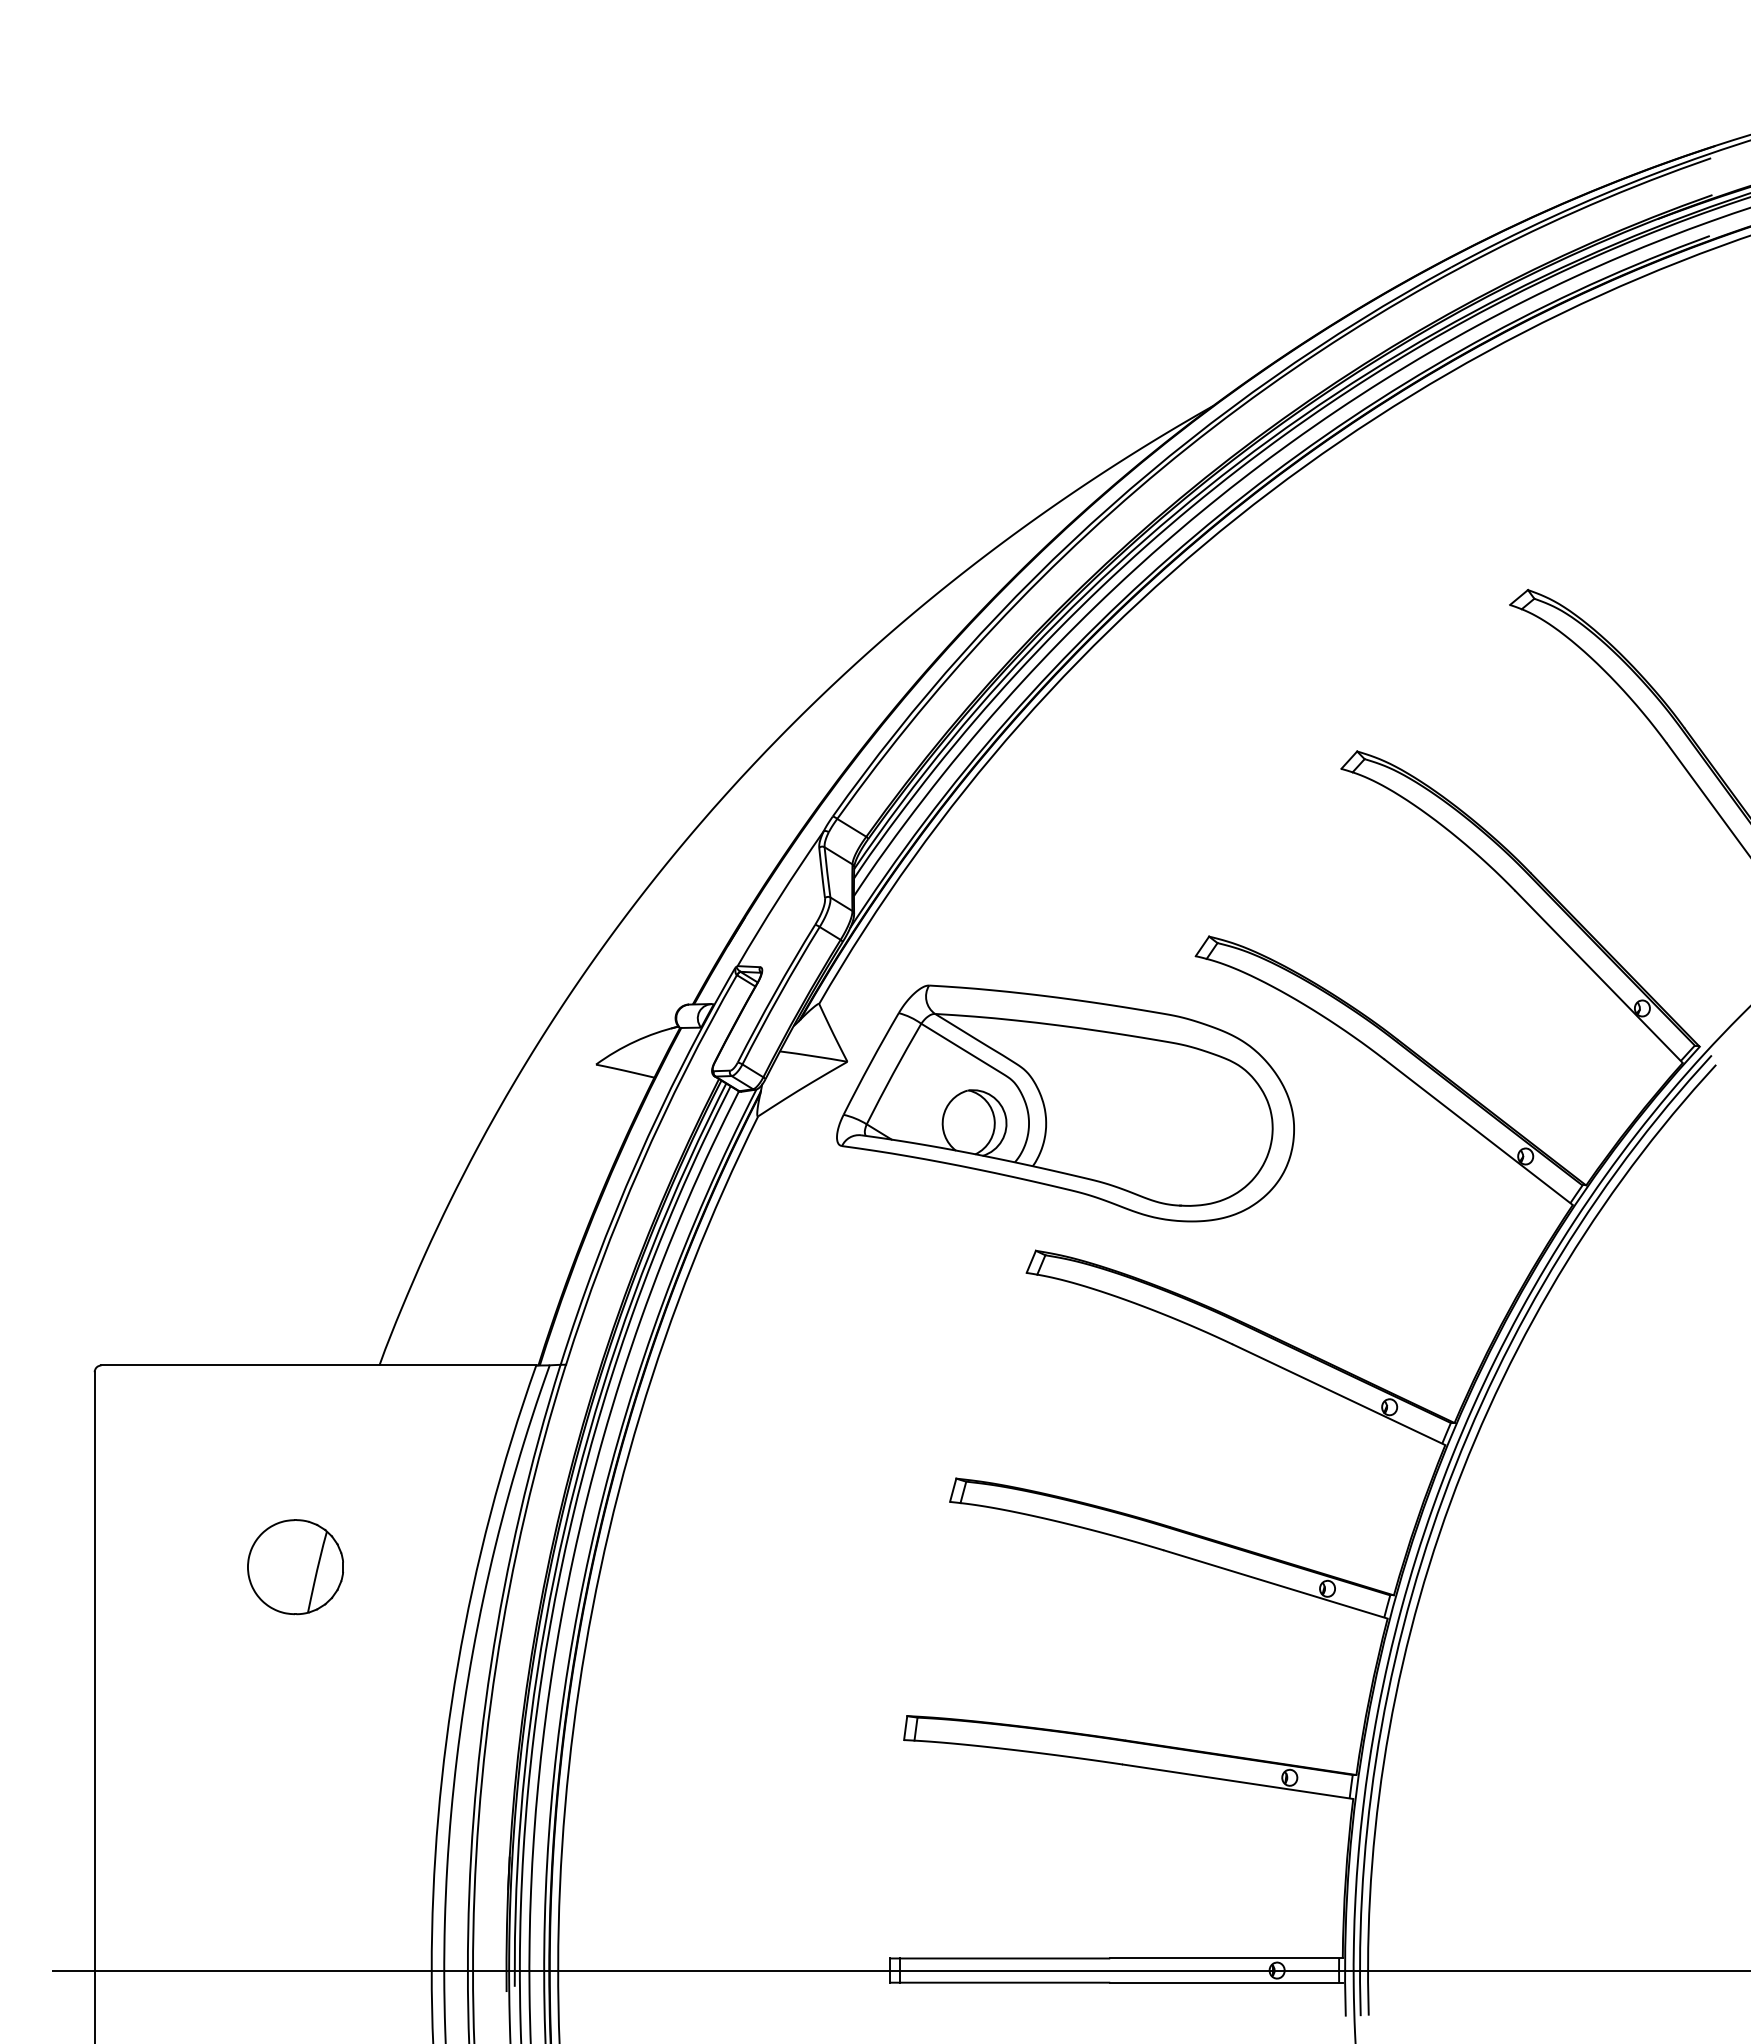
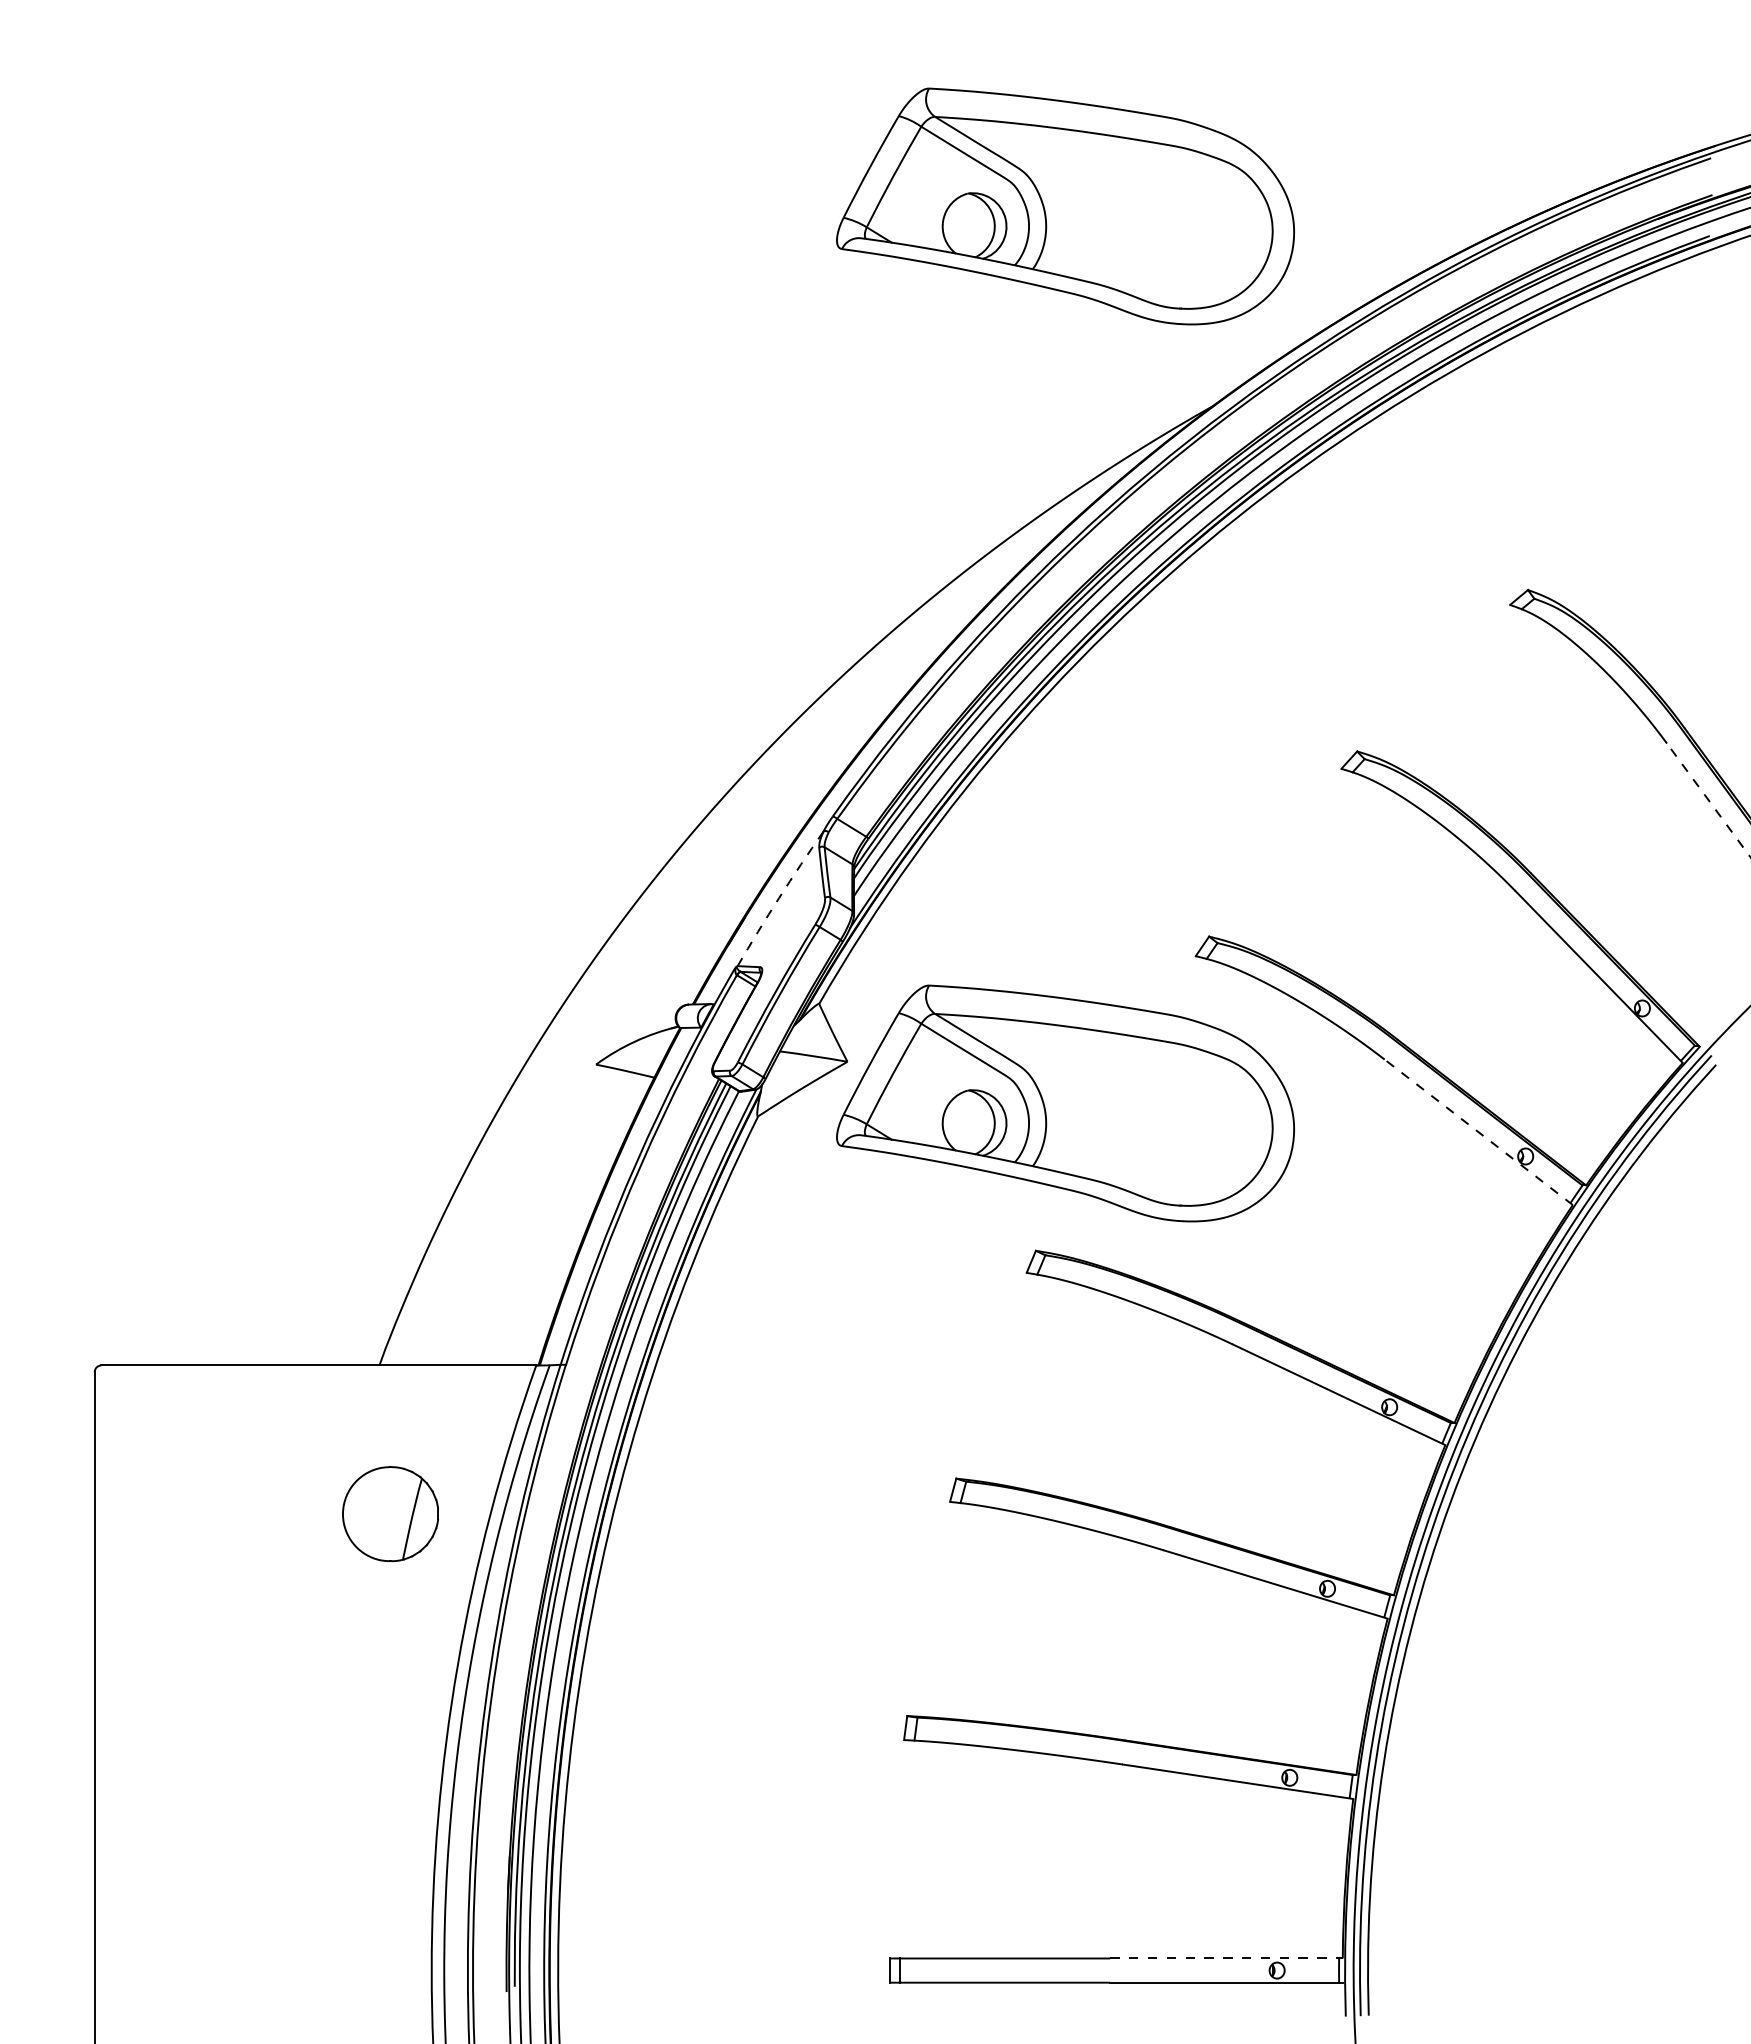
part at (1065, 206): none -> present
line at (1708, 799): solid -> dashed
arc at (779, 897): solid -> dashed
line at (1478, 1132): solid -> dashed
part at (295, 1567) position: (295, 1567) -> (390, 1514)
line at (1227, 1958): solid -> dashed
line at (874, 1970): present -> none
